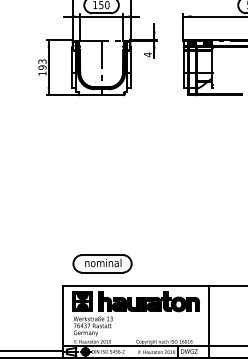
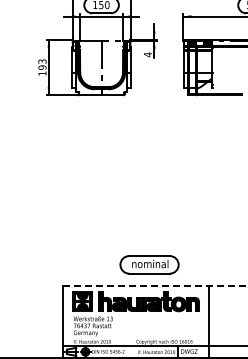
part at (102, 263) position: (102, 263) -> (149, 264)
line at (155, 286): solid -> dashed
line at (32, 350): present -> none
